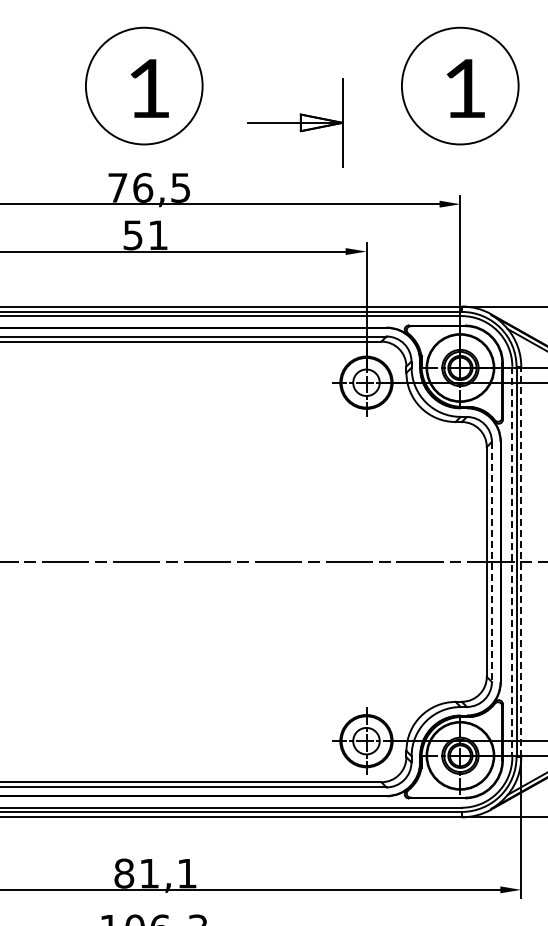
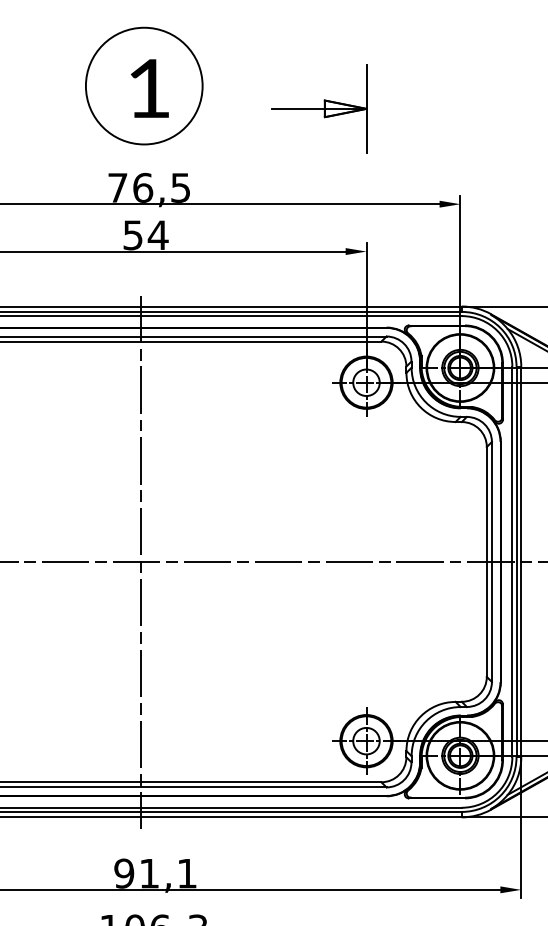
part at (460, 85): present -> none
part at (295, 122) position: (295, 122) -> (319, 108)
text at (157, 234): 51 -> 54
line at (521, 561): dashed -> solid
line at (141, 562): none -> present
line at (491, 562): dashed -> solid
line at (512, 562): dashed -> solid
text at (124, 873): 81,1 -> 91,1
